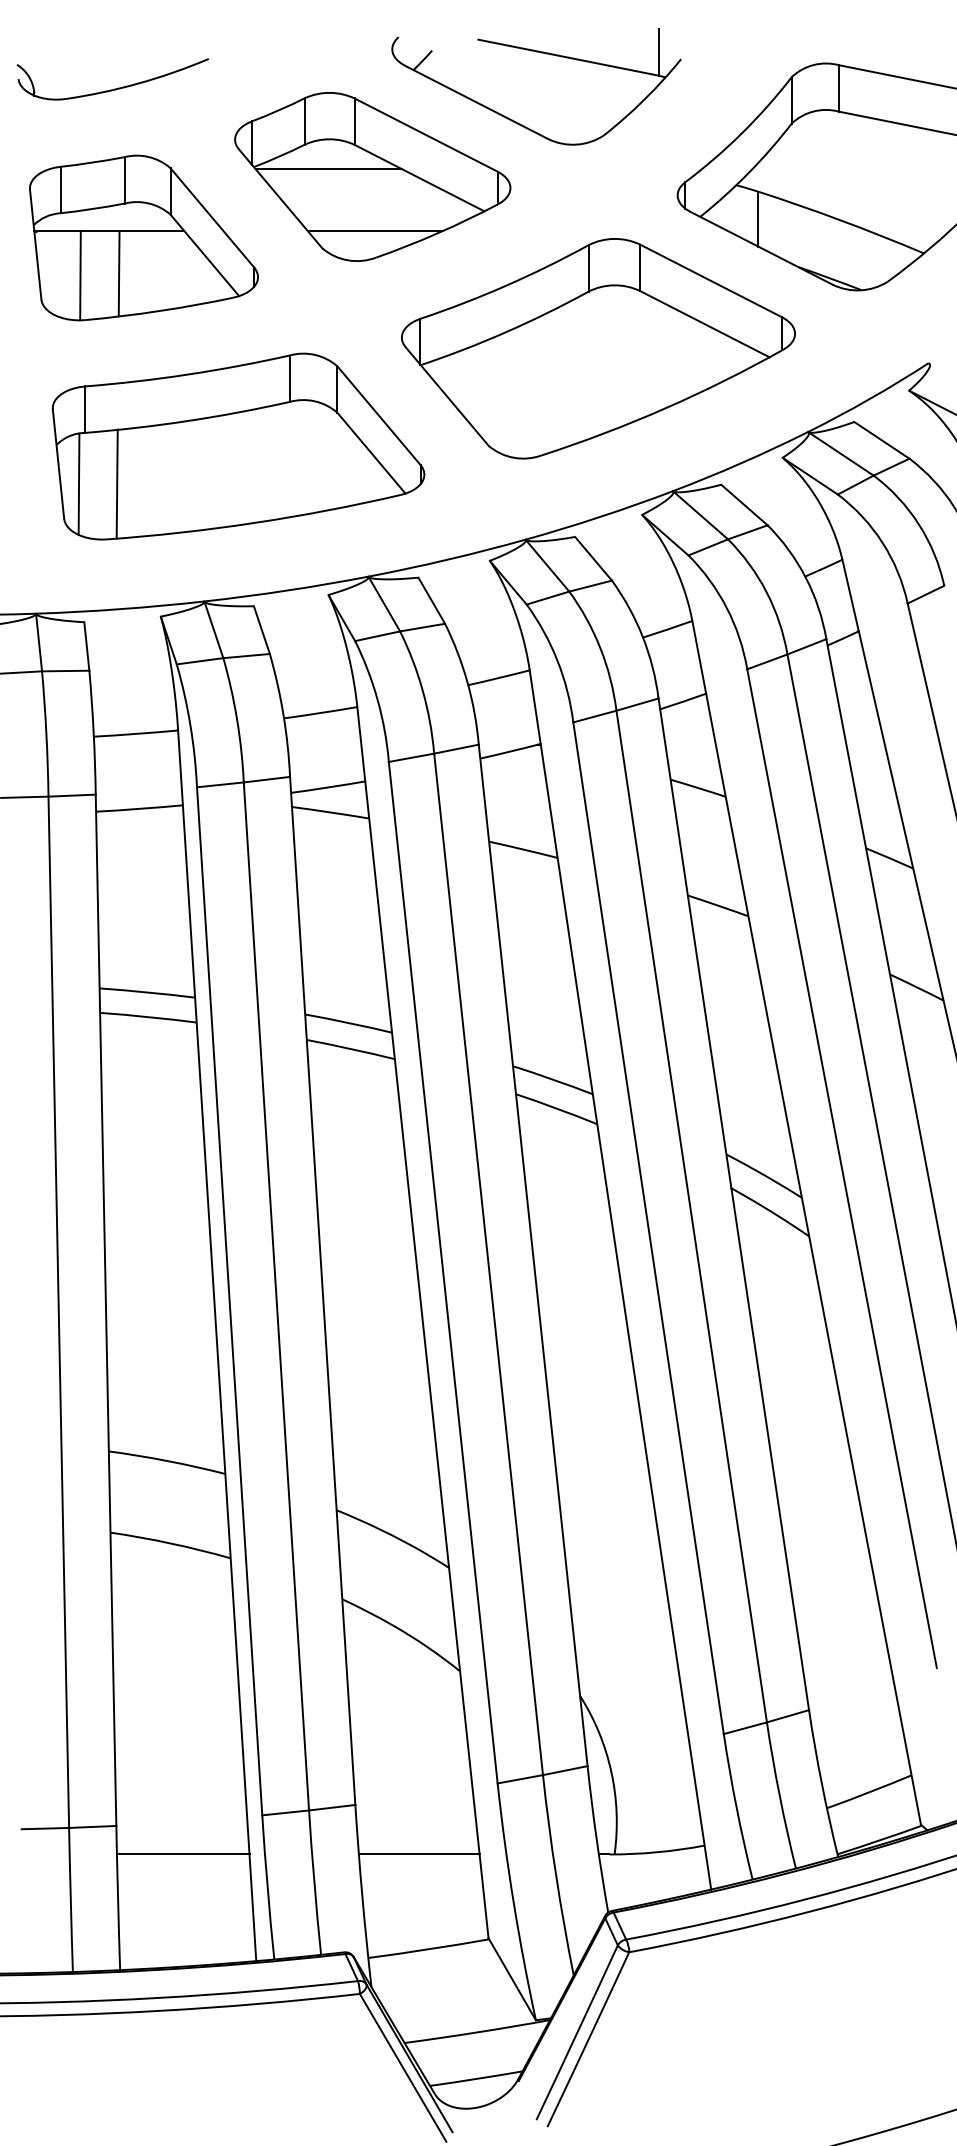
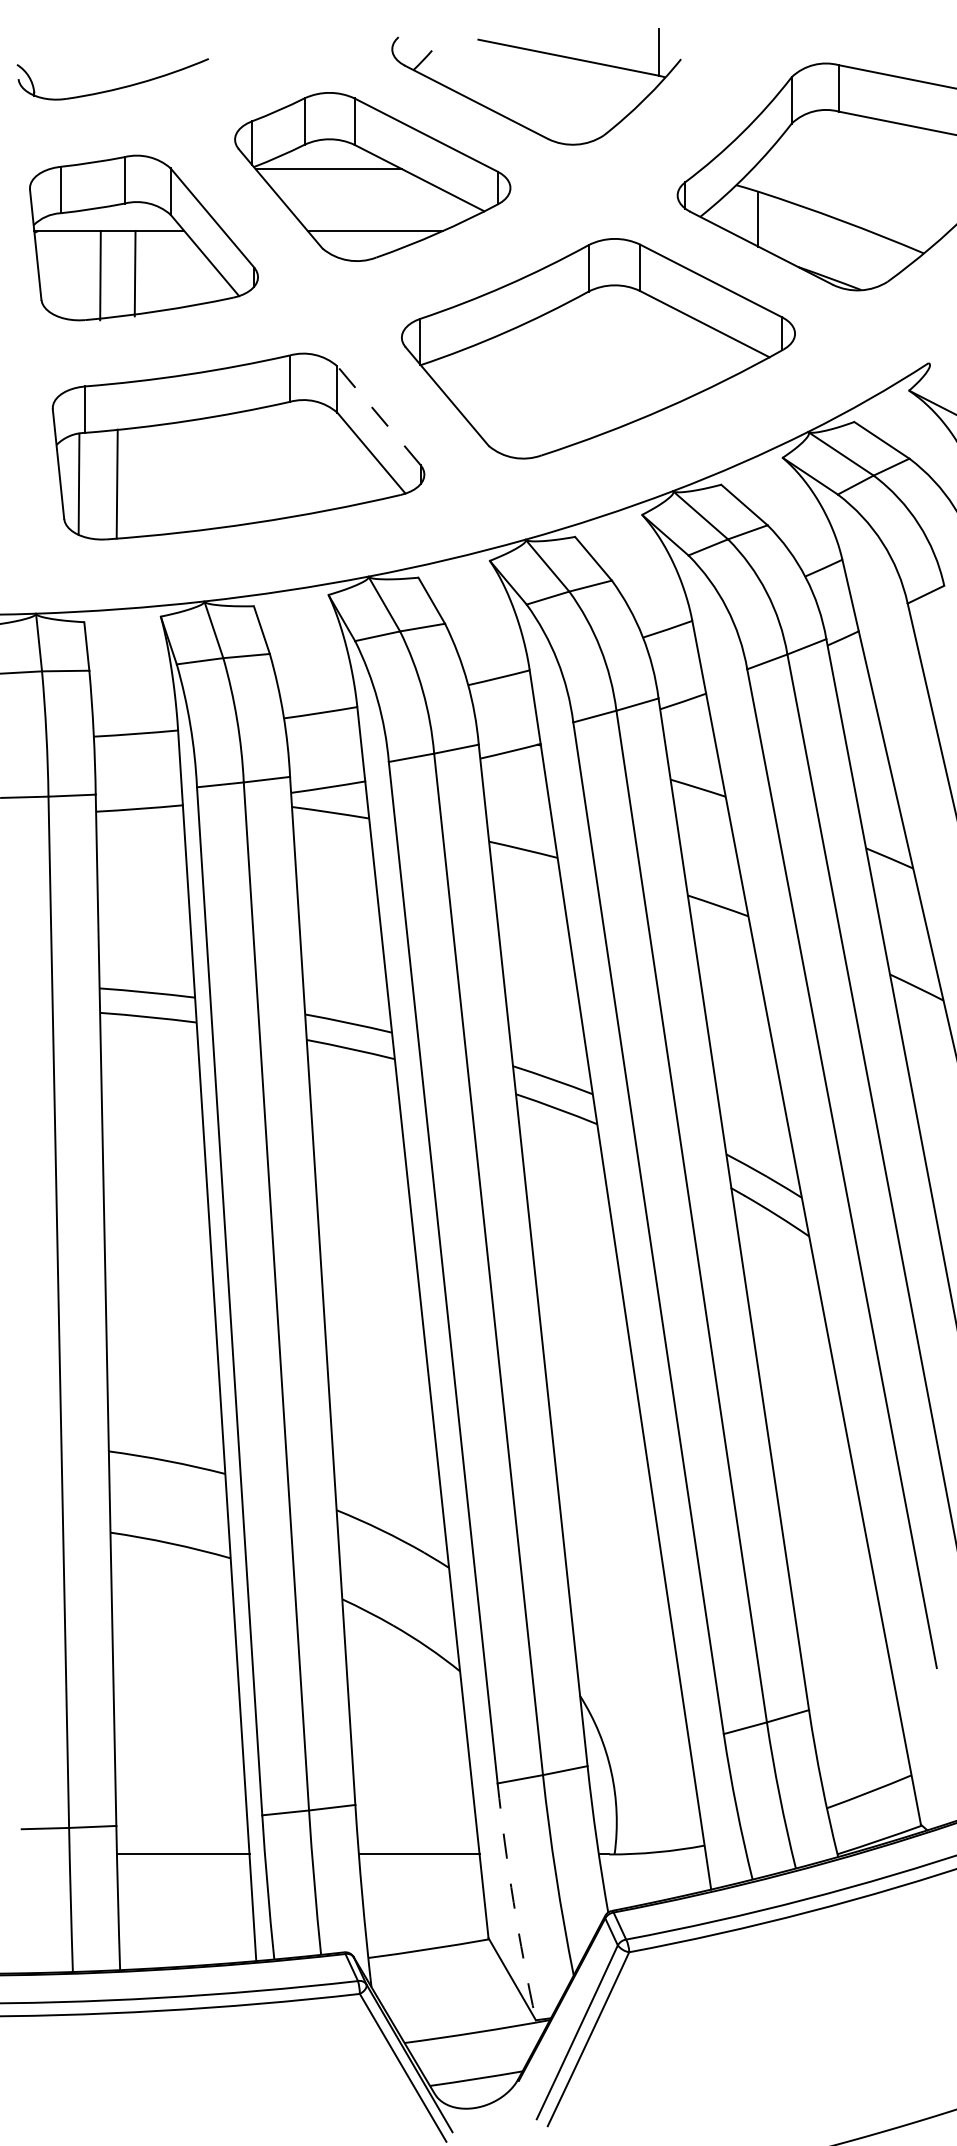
line at (118, 273) position: (118, 273) -> (134, 273)
line at (80, 275) position: (80, 275) -> (100, 275)
line at (379, 415): solid -> dashed
arc at (513, 1902): solid -> dashed
